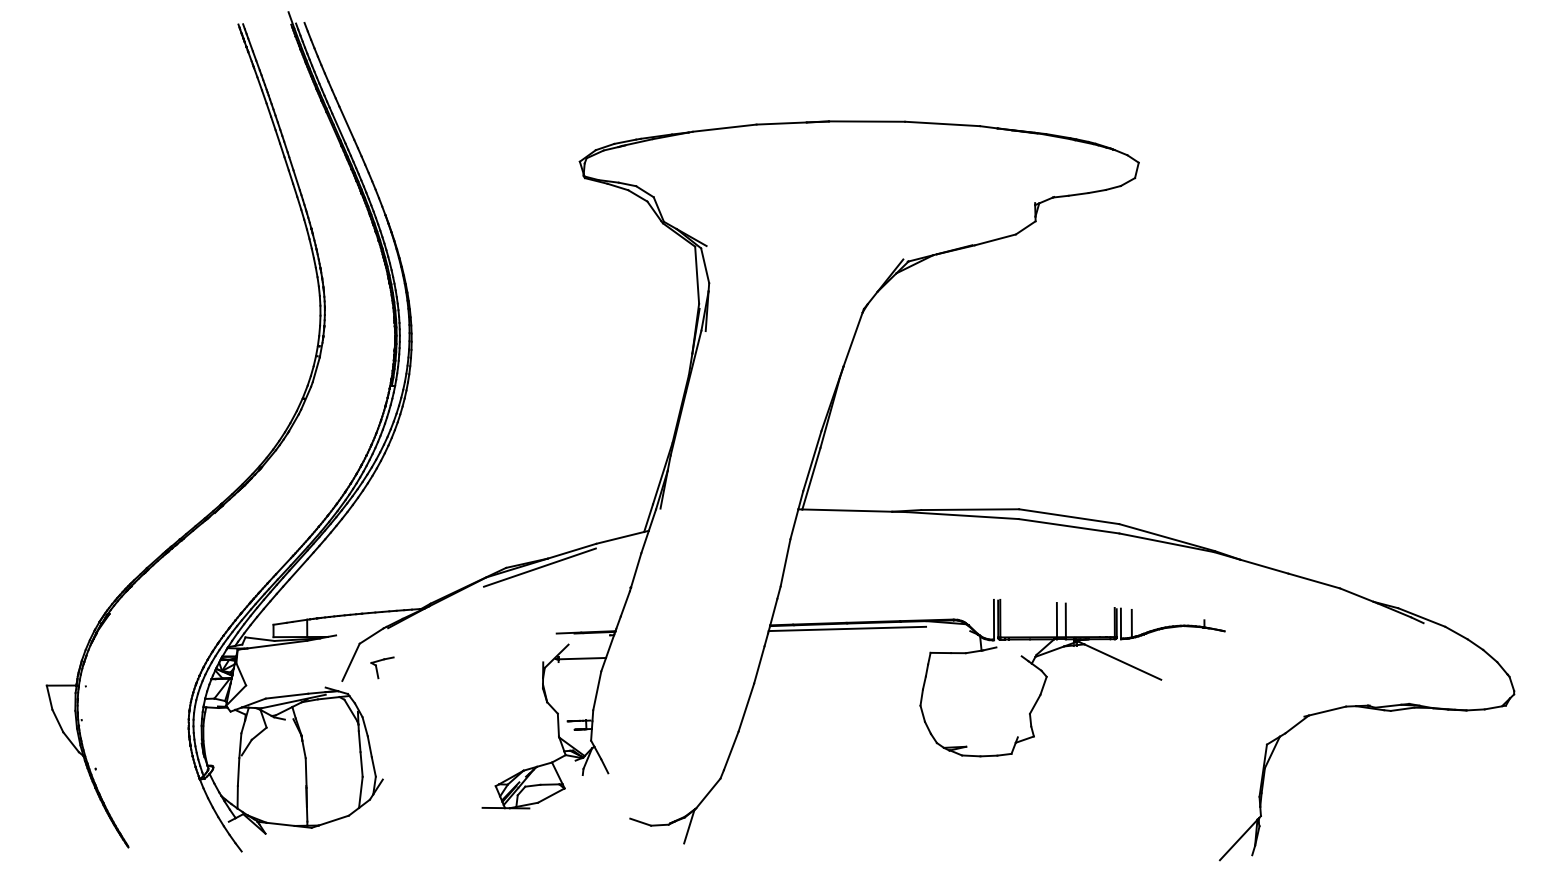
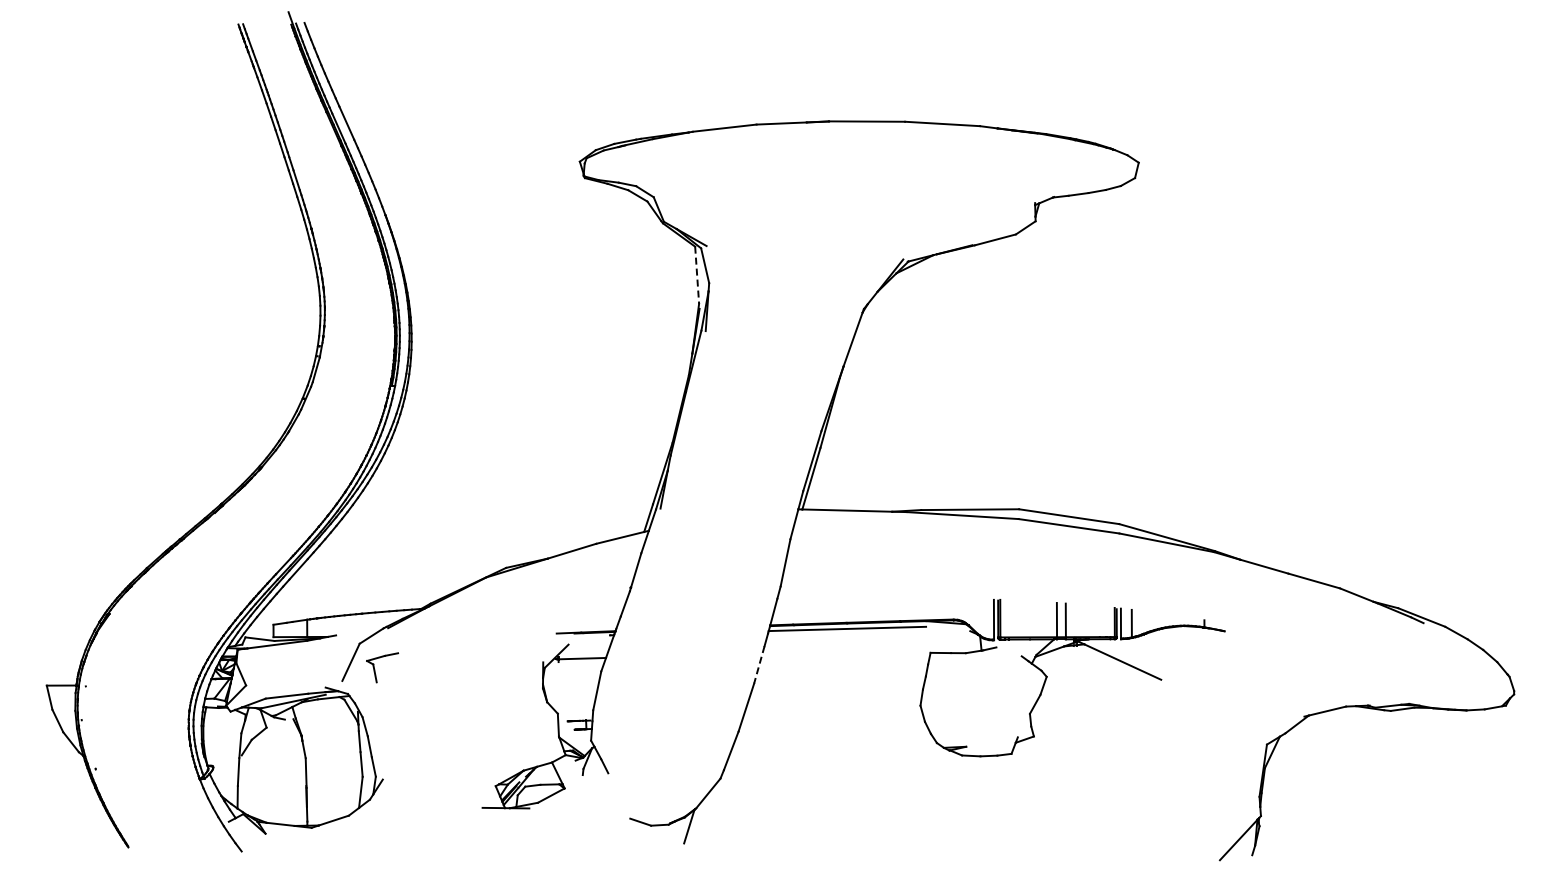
line at (697, 275): solid -> dashed
line at (539, 567): present -> none
line at (759, 665): solid -> dashed
part at (382, 667) size: 25x24 px -> 33x32 px
